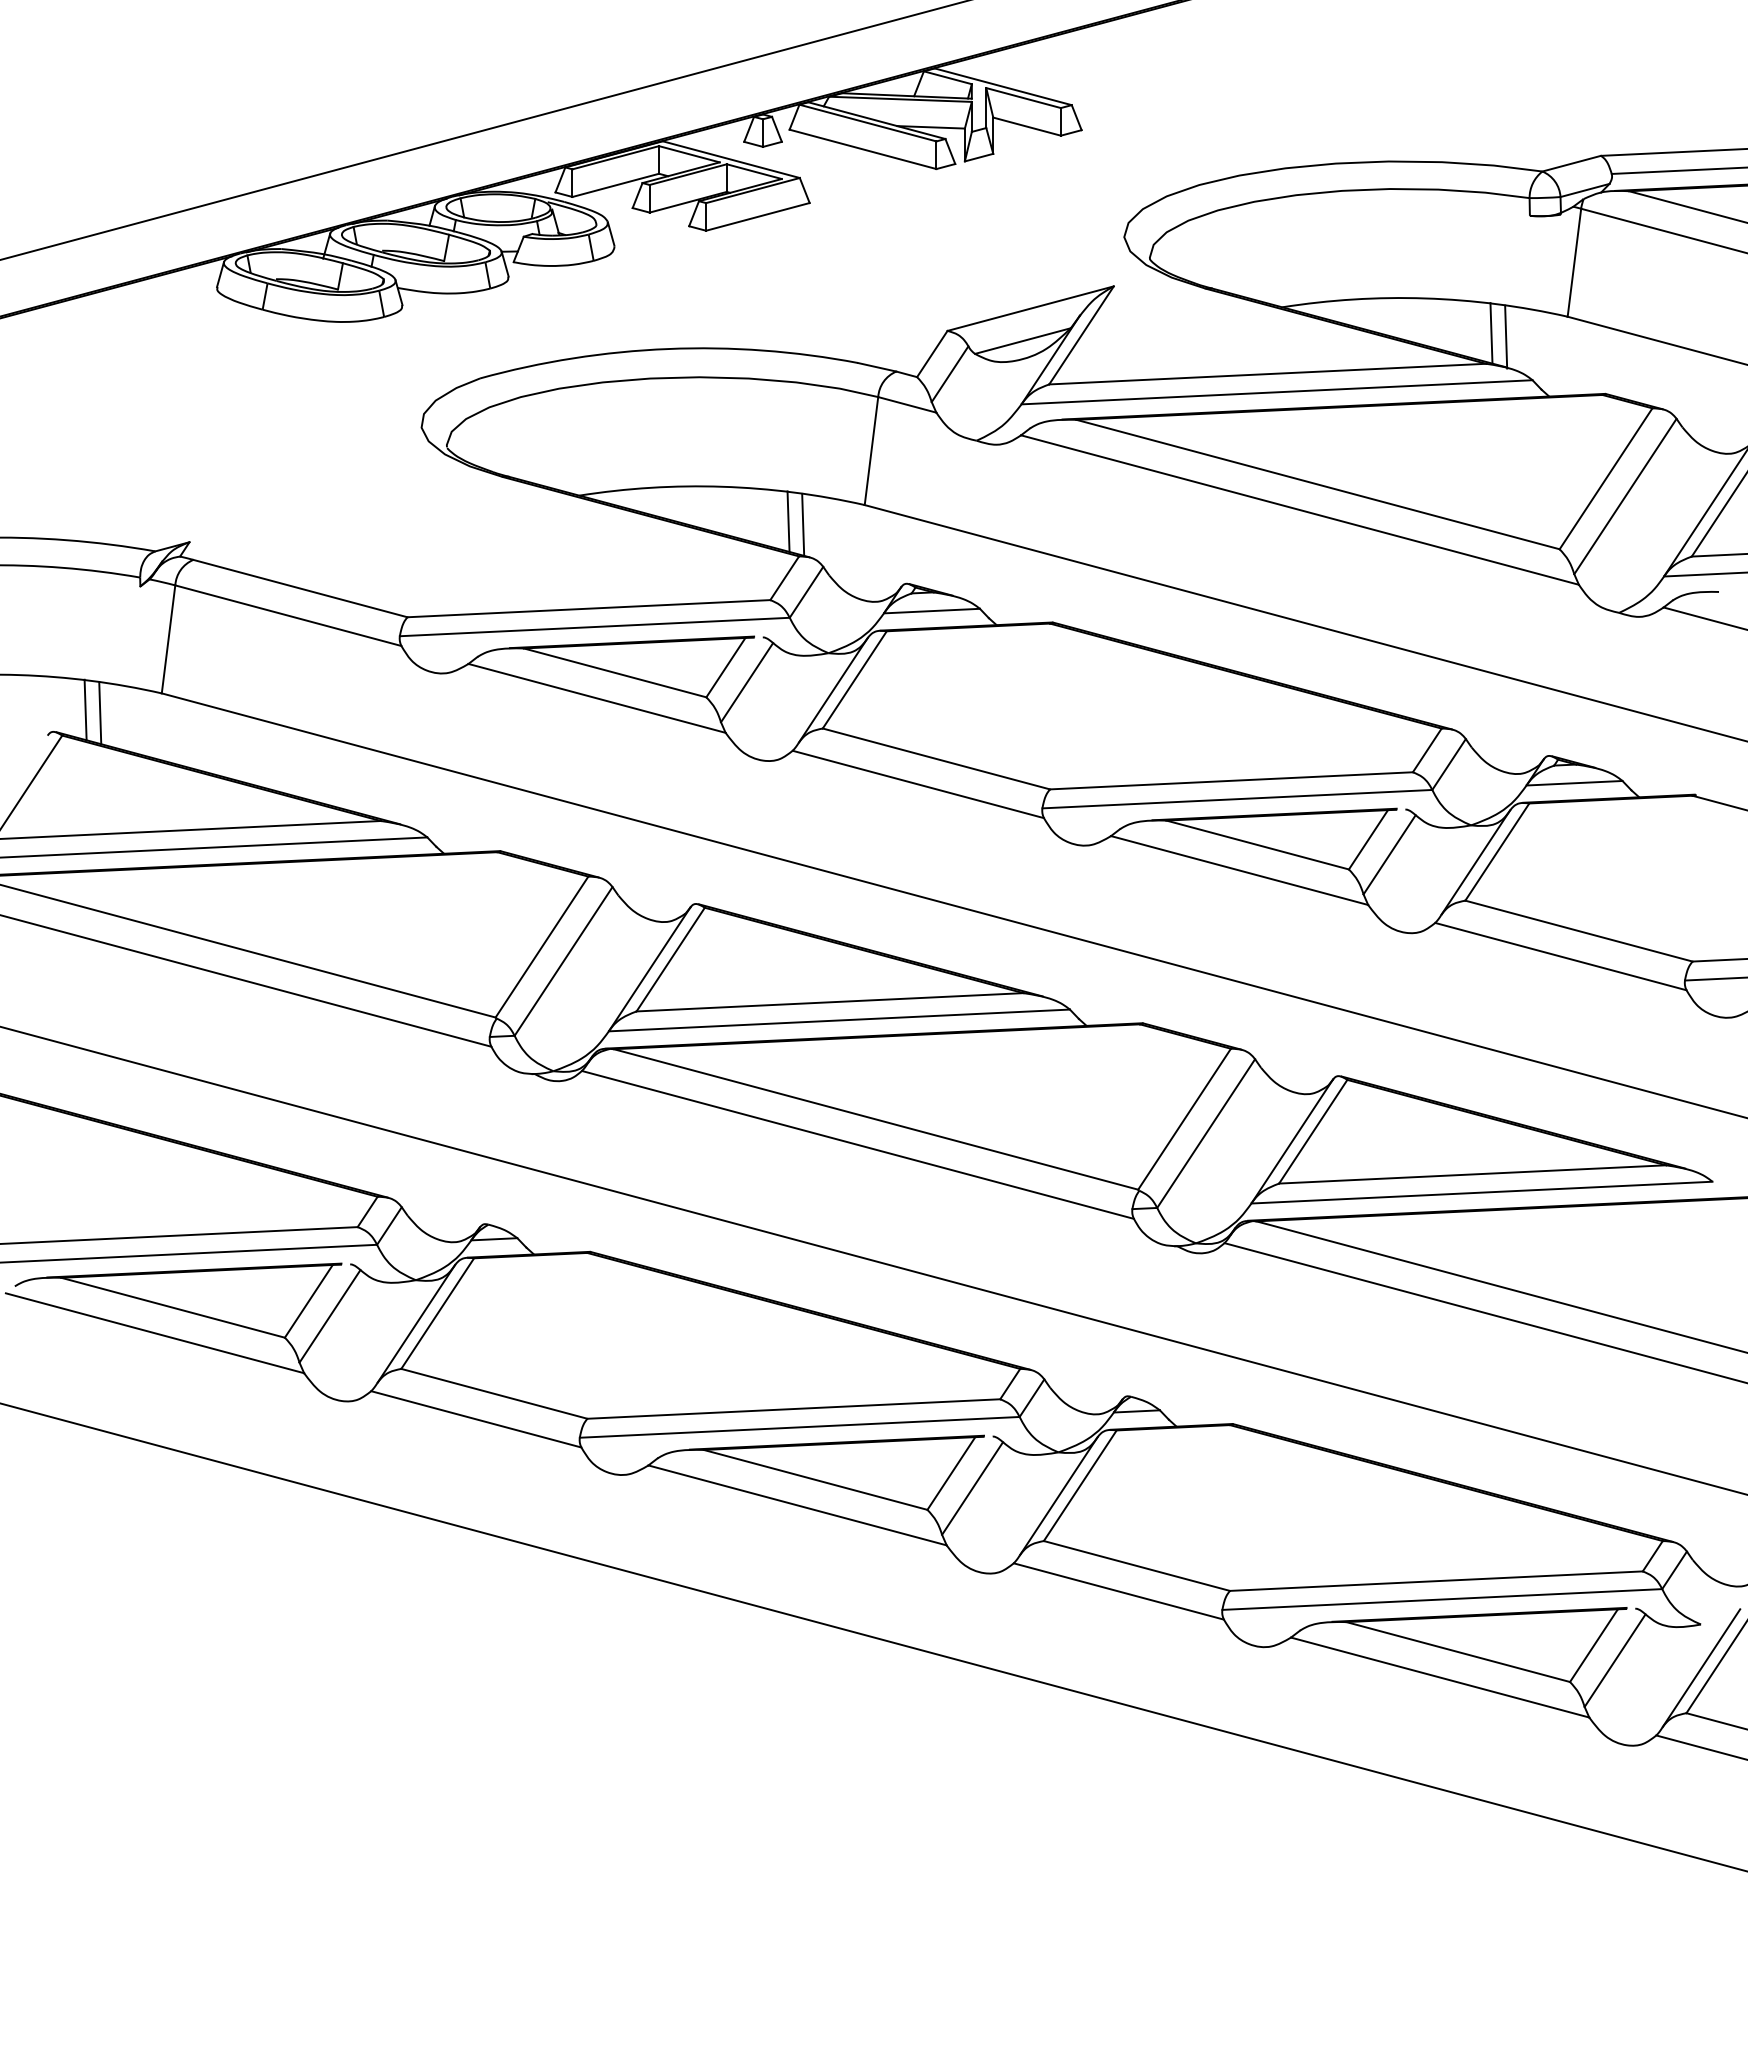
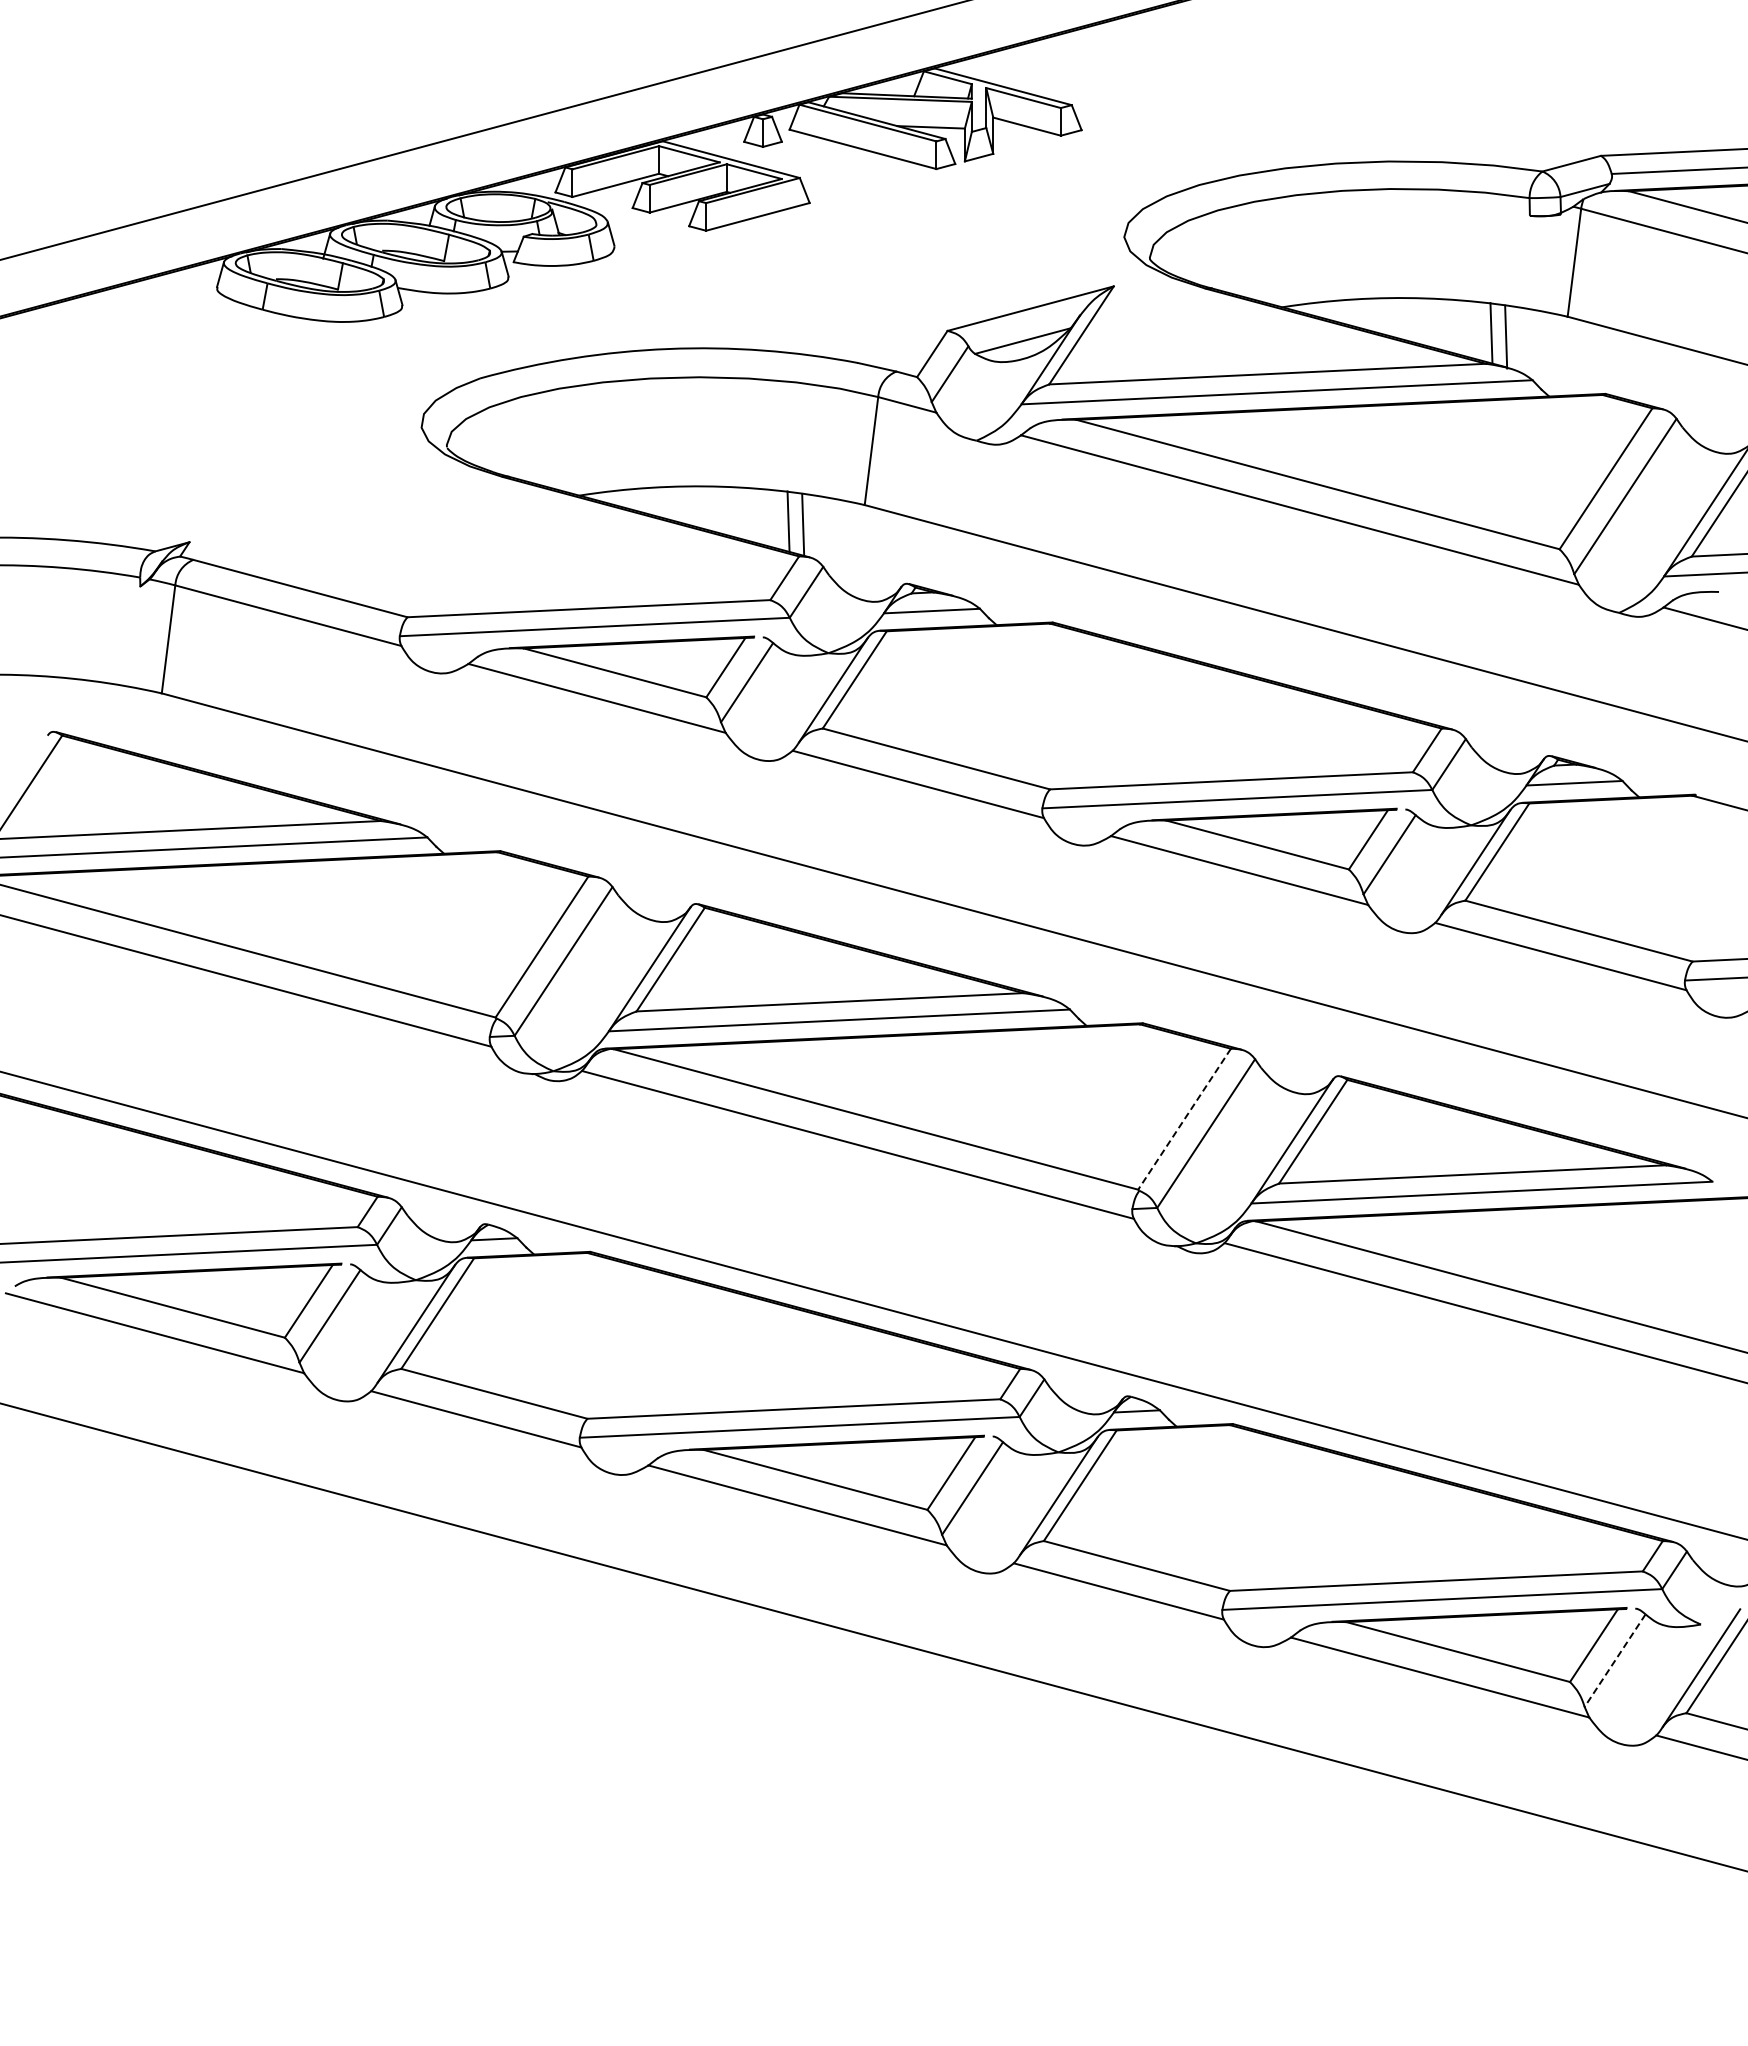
line at (85, 709): present -> none
line at (100, 713): present -> none
line at (1184, 1119): solid -> dashed
line at (873, 1260) position: (873, 1260) -> (873, 1305)
line at (1614, 1661): solid -> dashed
